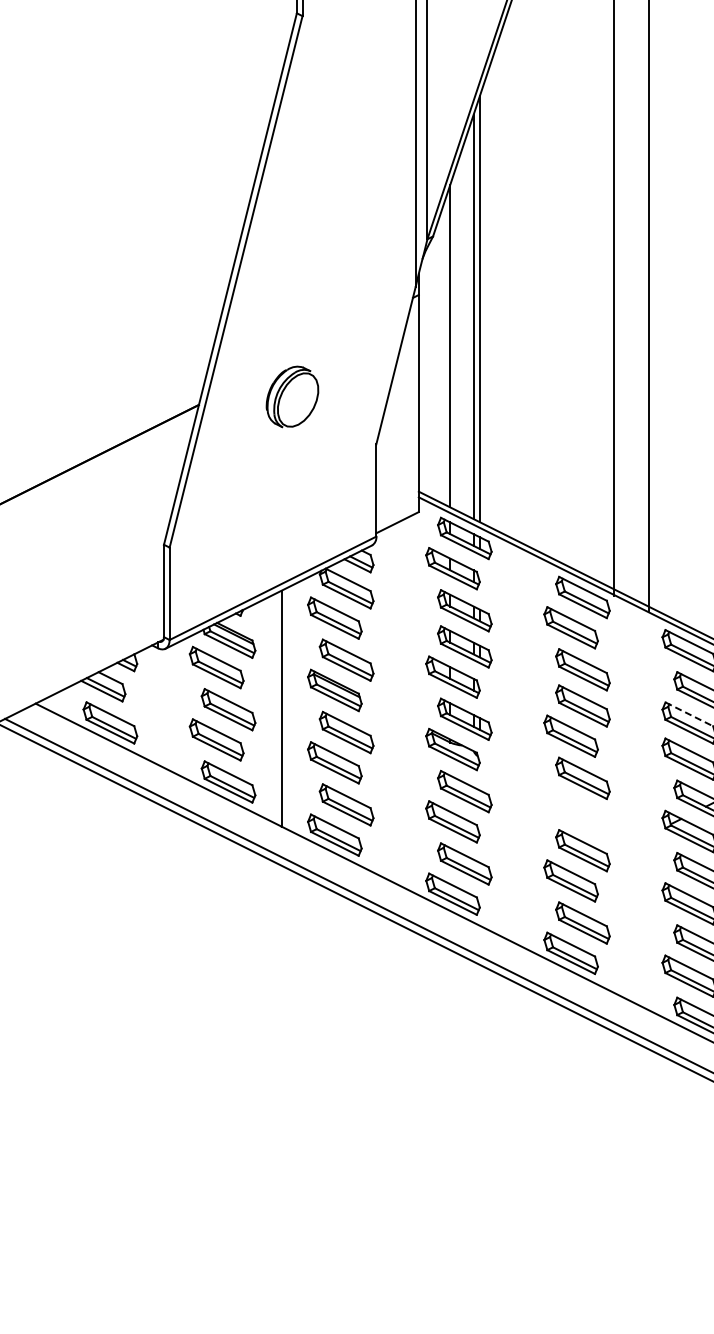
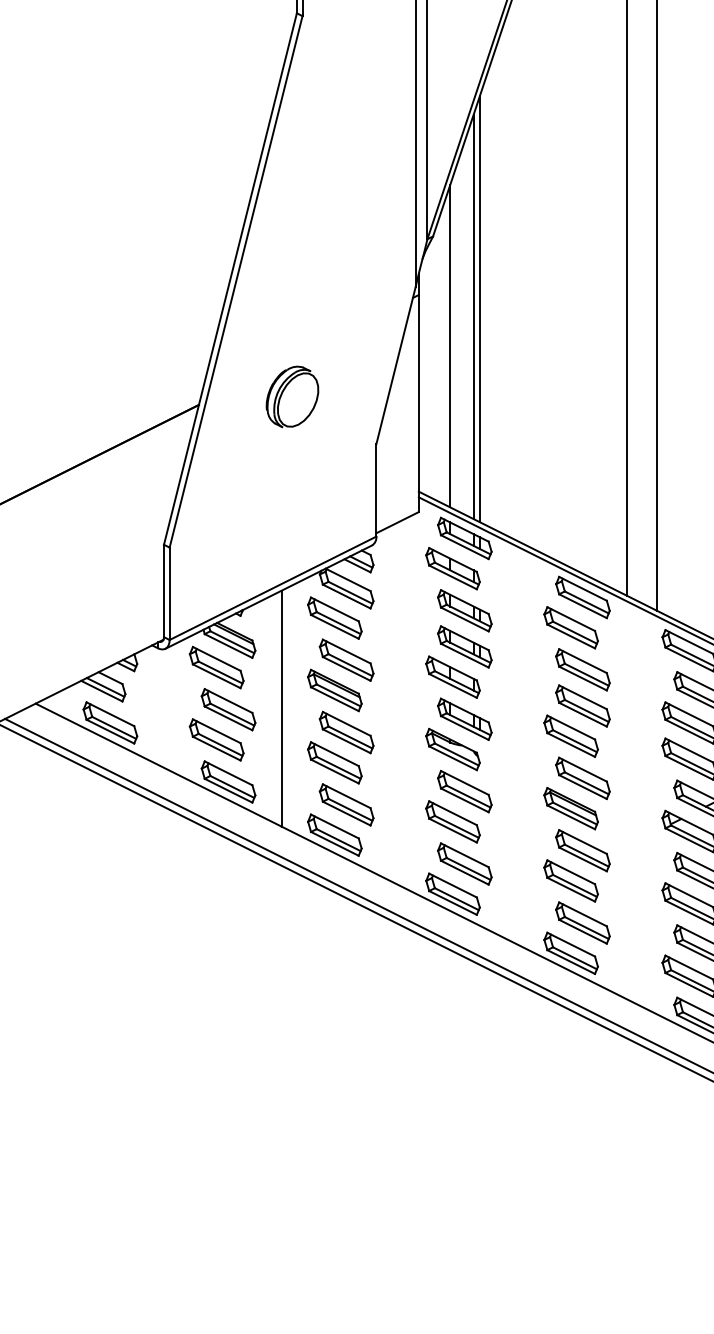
line at (614, 299) position: (614, 299) -> (627, 299)
line at (649, 306) position: (649, 306) -> (657, 306)
line at (689, 714): dashed -> solid
part at (570, 808): none -> present
